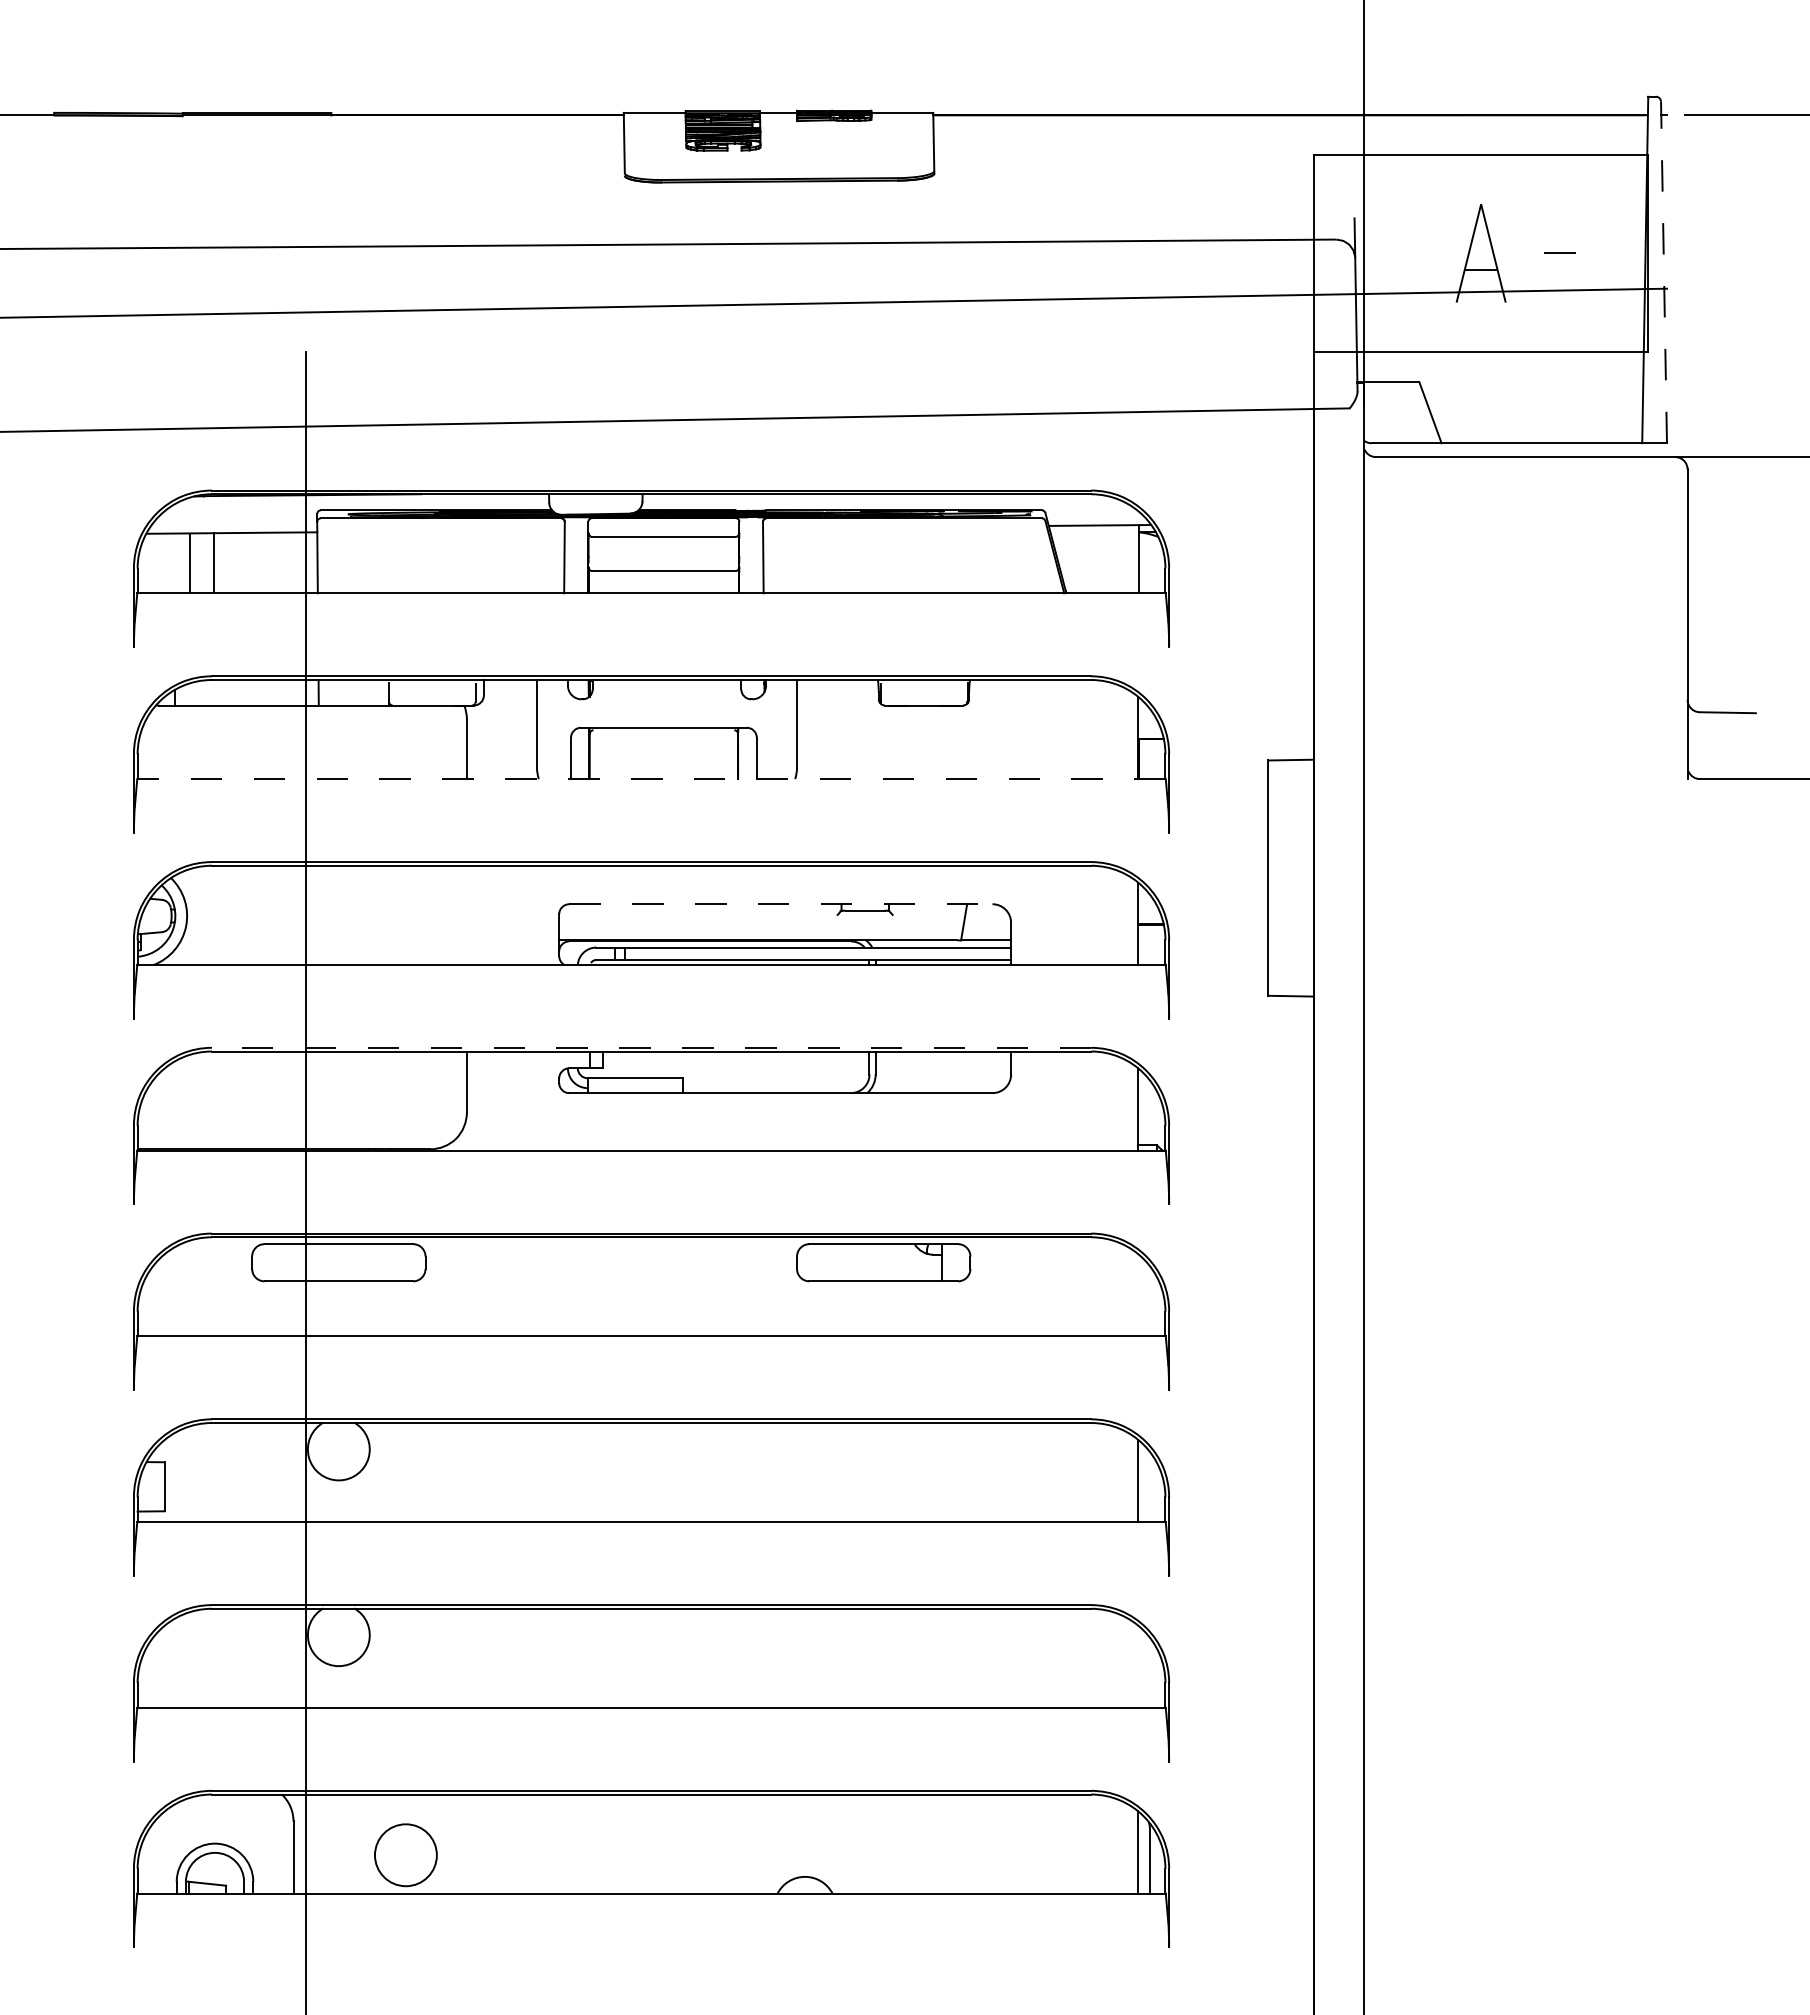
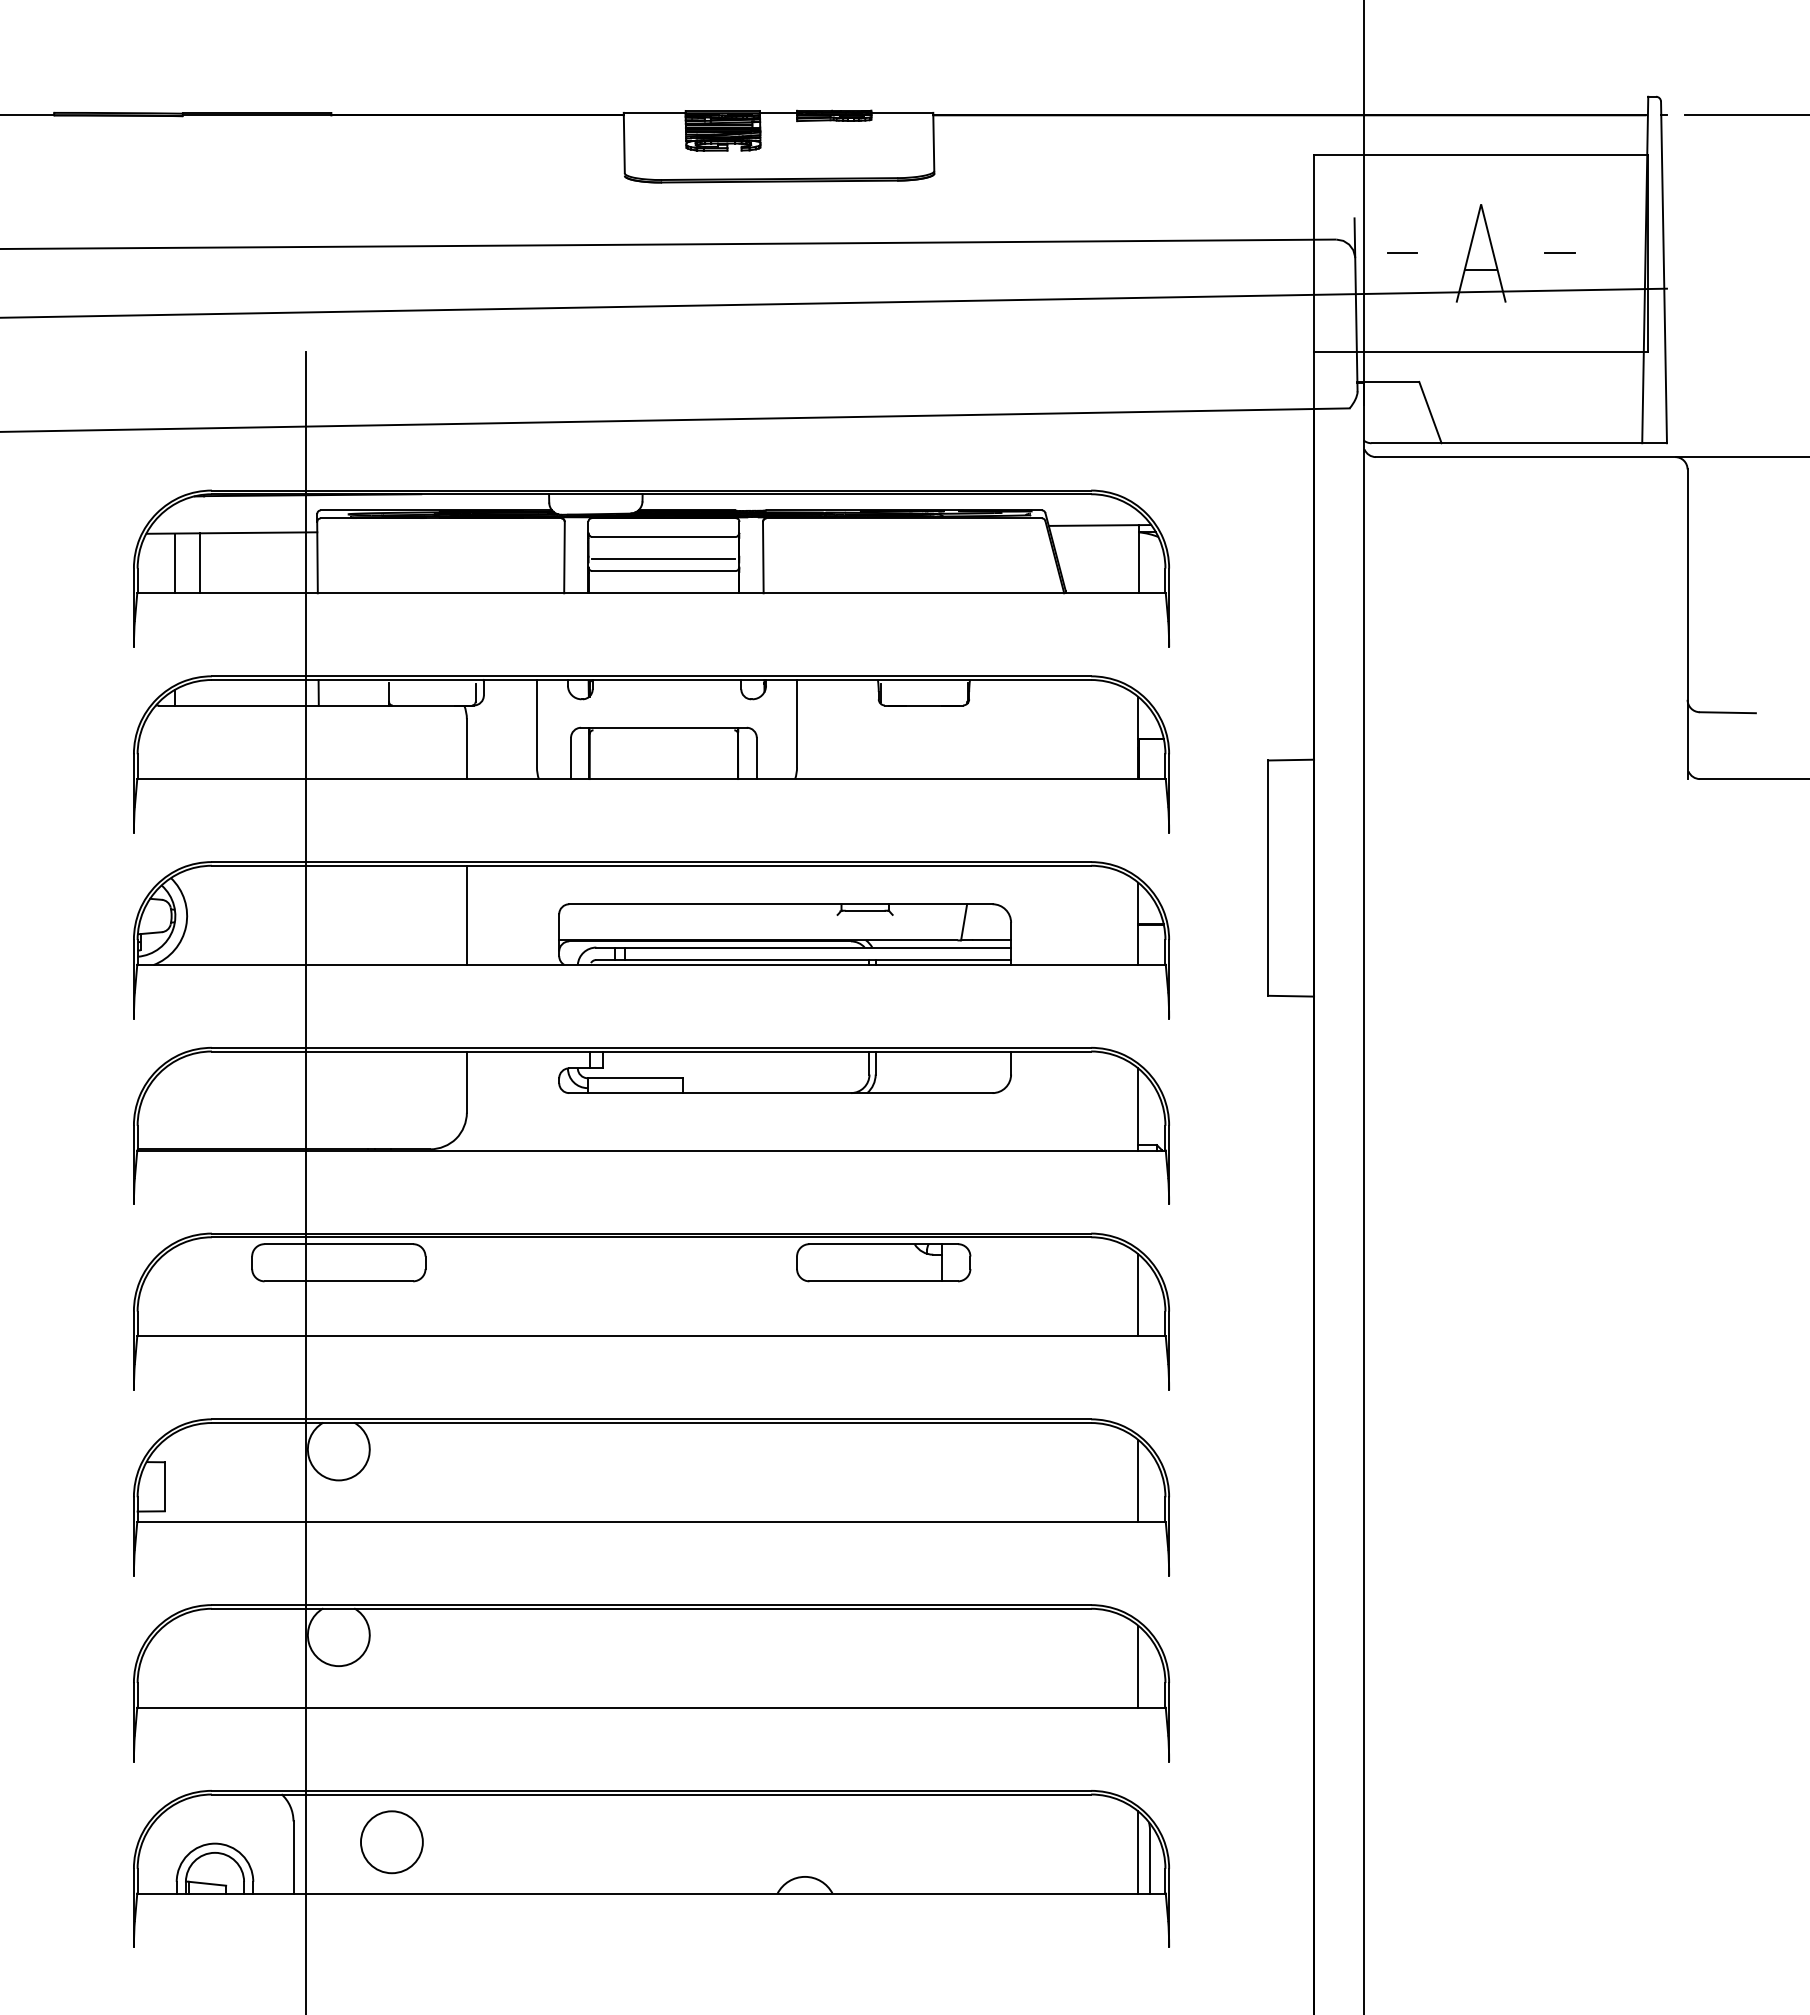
line at (1402, 252): none -> present
line at (1664, 272): dashed -> solid
line at (663, 558): none -> present
line at (190, 563) position: (190, 563) -> (175, 563)
line at (214, 563) position: (214, 563) -> (200, 563)
line at (651, 779): dashed -> solid
line at (780, 904): dashed -> solid
line at (466, 914): none -> present
line at (651, 1047): dashed -> solid
line at (1137, 1295): none -> present
line at (1137, 1666): none -> present
circle at (405, 1855) position: (405, 1855) -> (391, 1842)
